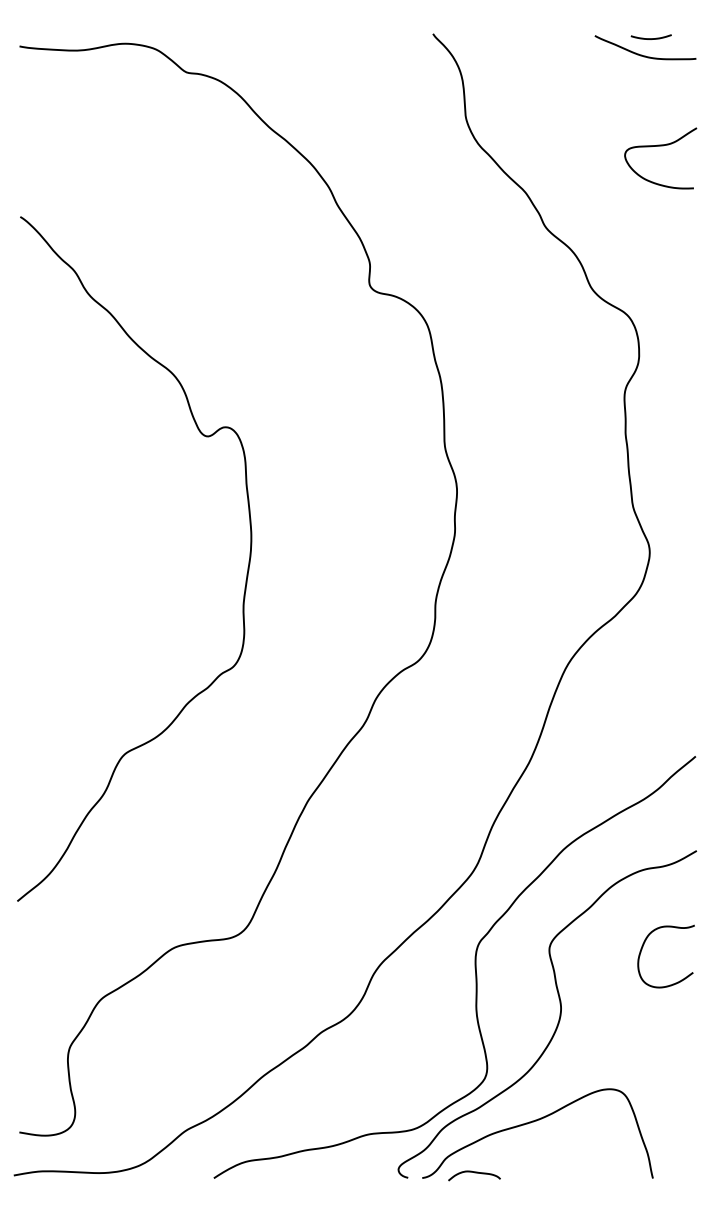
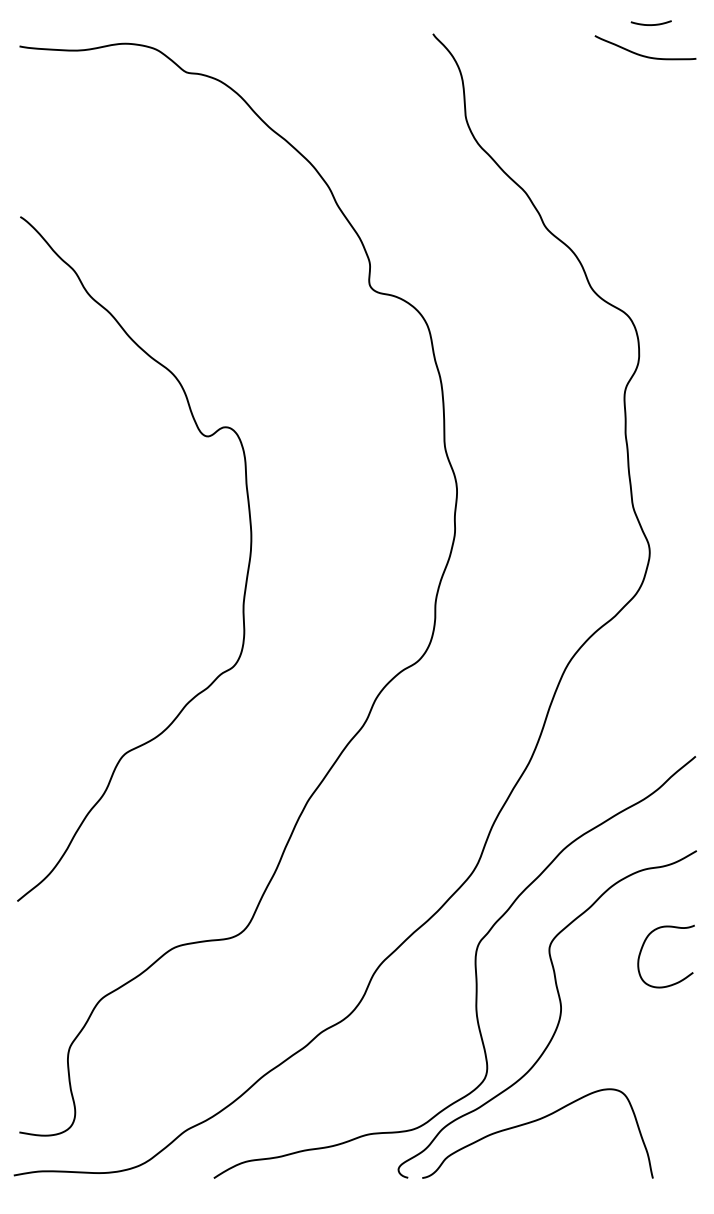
curve at (650, 38) position: (650, 38) -> (650, 24)
curve at (660, 146): present -> none
curve at (474, 1173): present -> none
